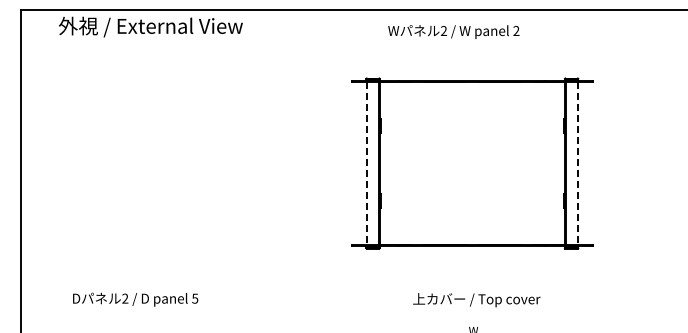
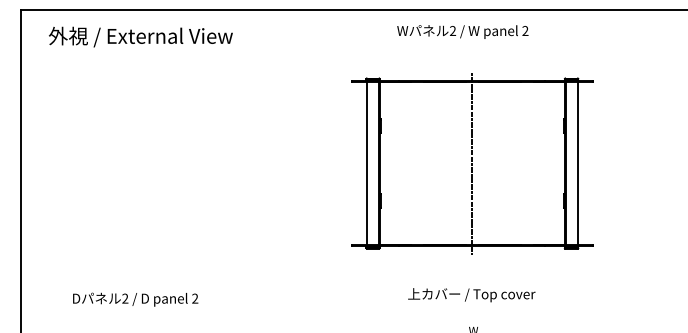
text at (150, 26) position: (150, 26) -> (140, 36)
text at (453, 31) position: (453, 31) -> (462, 31)
line at (472, 163): none -> present
line at (367, 164): dashed -> solid
line at (577, 164): dashed -> solid
text at (195, 298): 5 -> 2
text at (476, 300) position: (476, 300) -> (471, 295)
